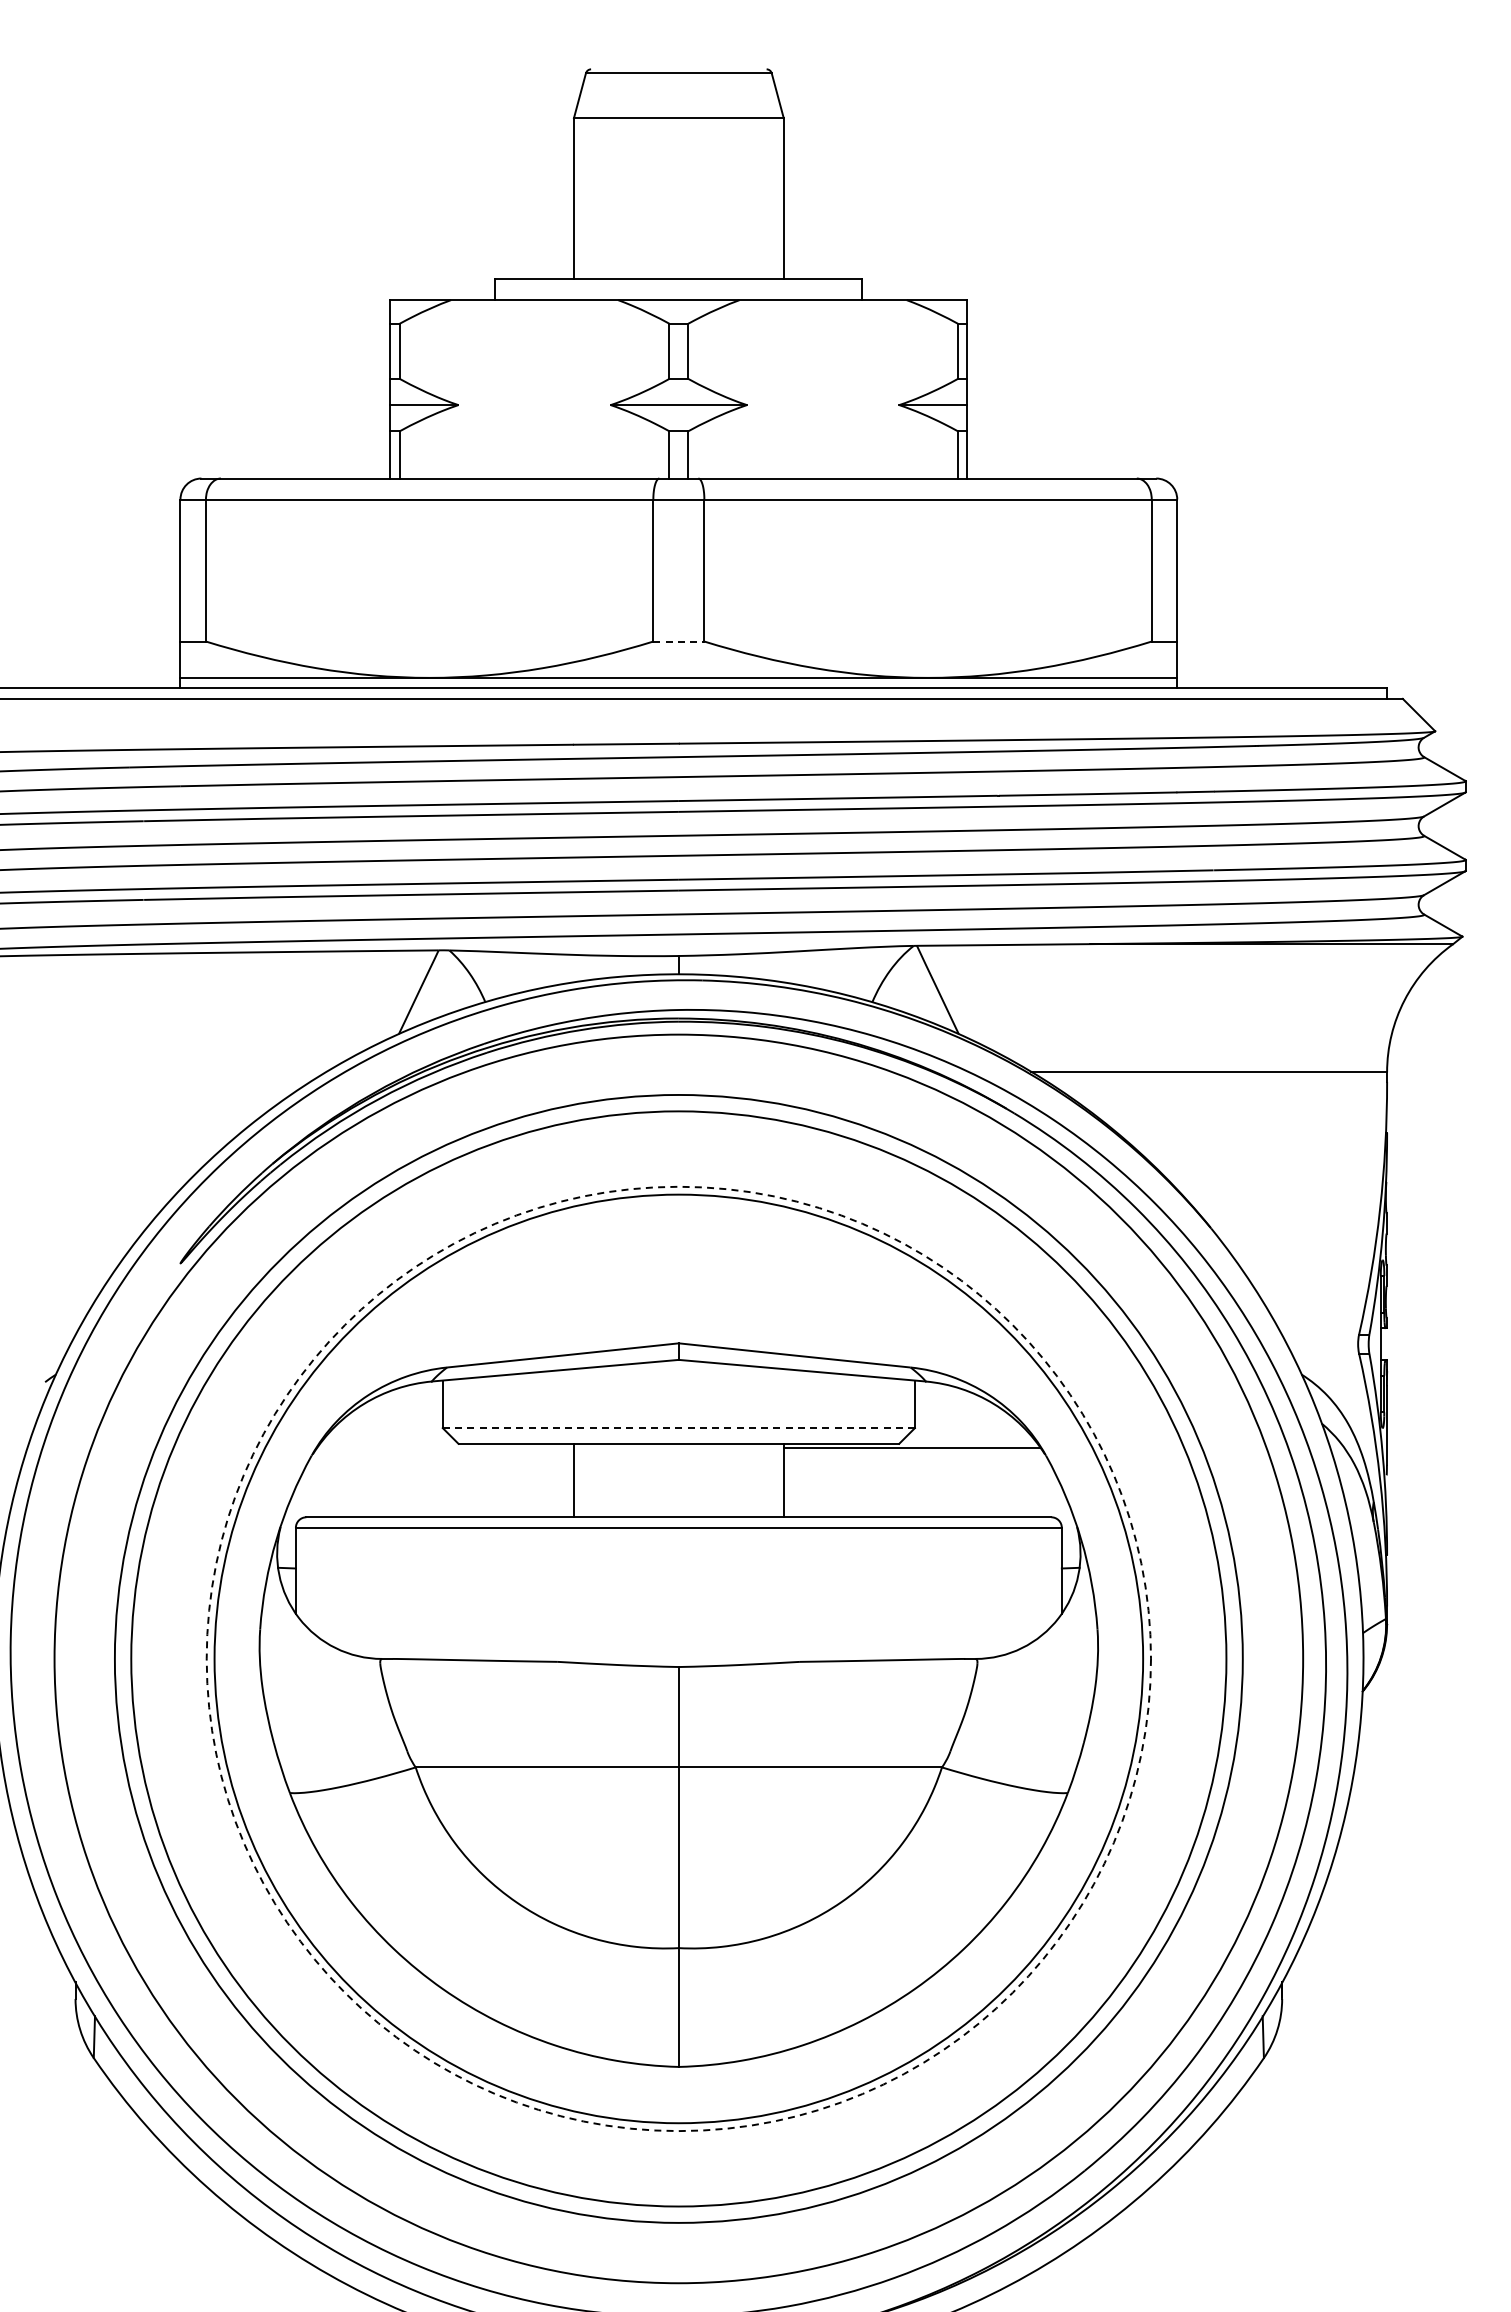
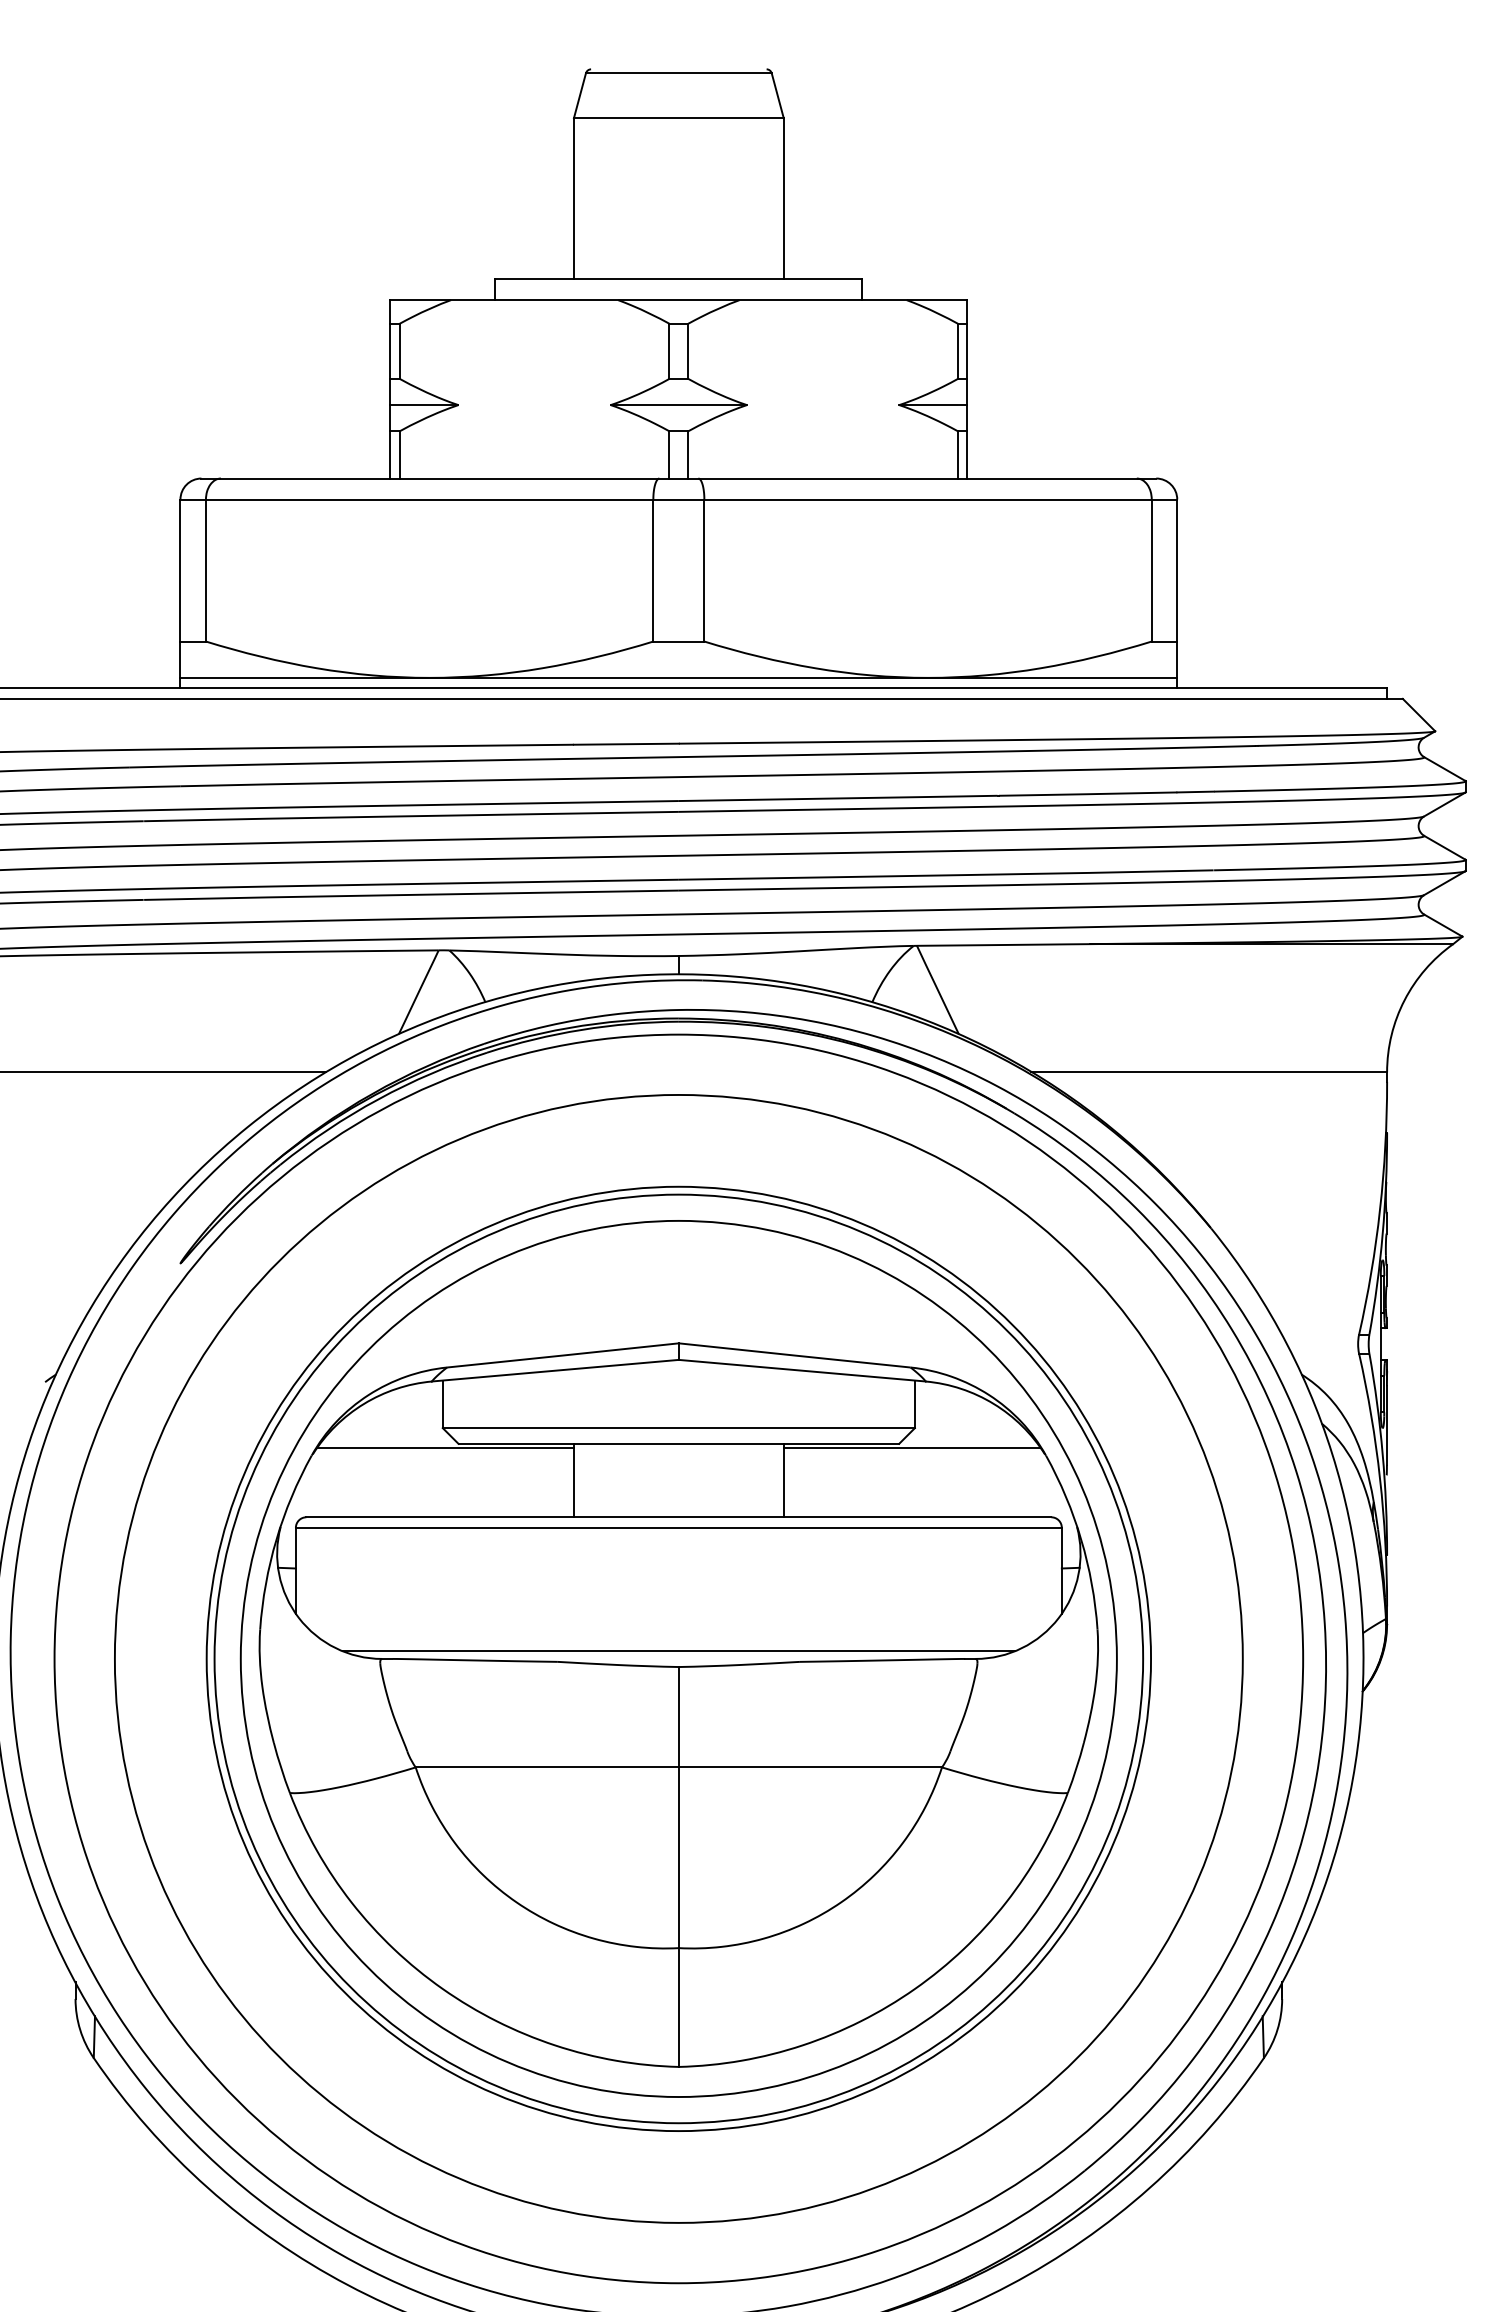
line at (679, 641): dashed -> solid
line at (164, 1072): none -> present
line at (679, 1428): dashed -> solid
line at (445, 1447): none -> present
line at (678, 1651): none -> present
circle at (678, 1658) diameter: 1095 px -> 876 px
circle at (678, 1658): dashed -> solid
